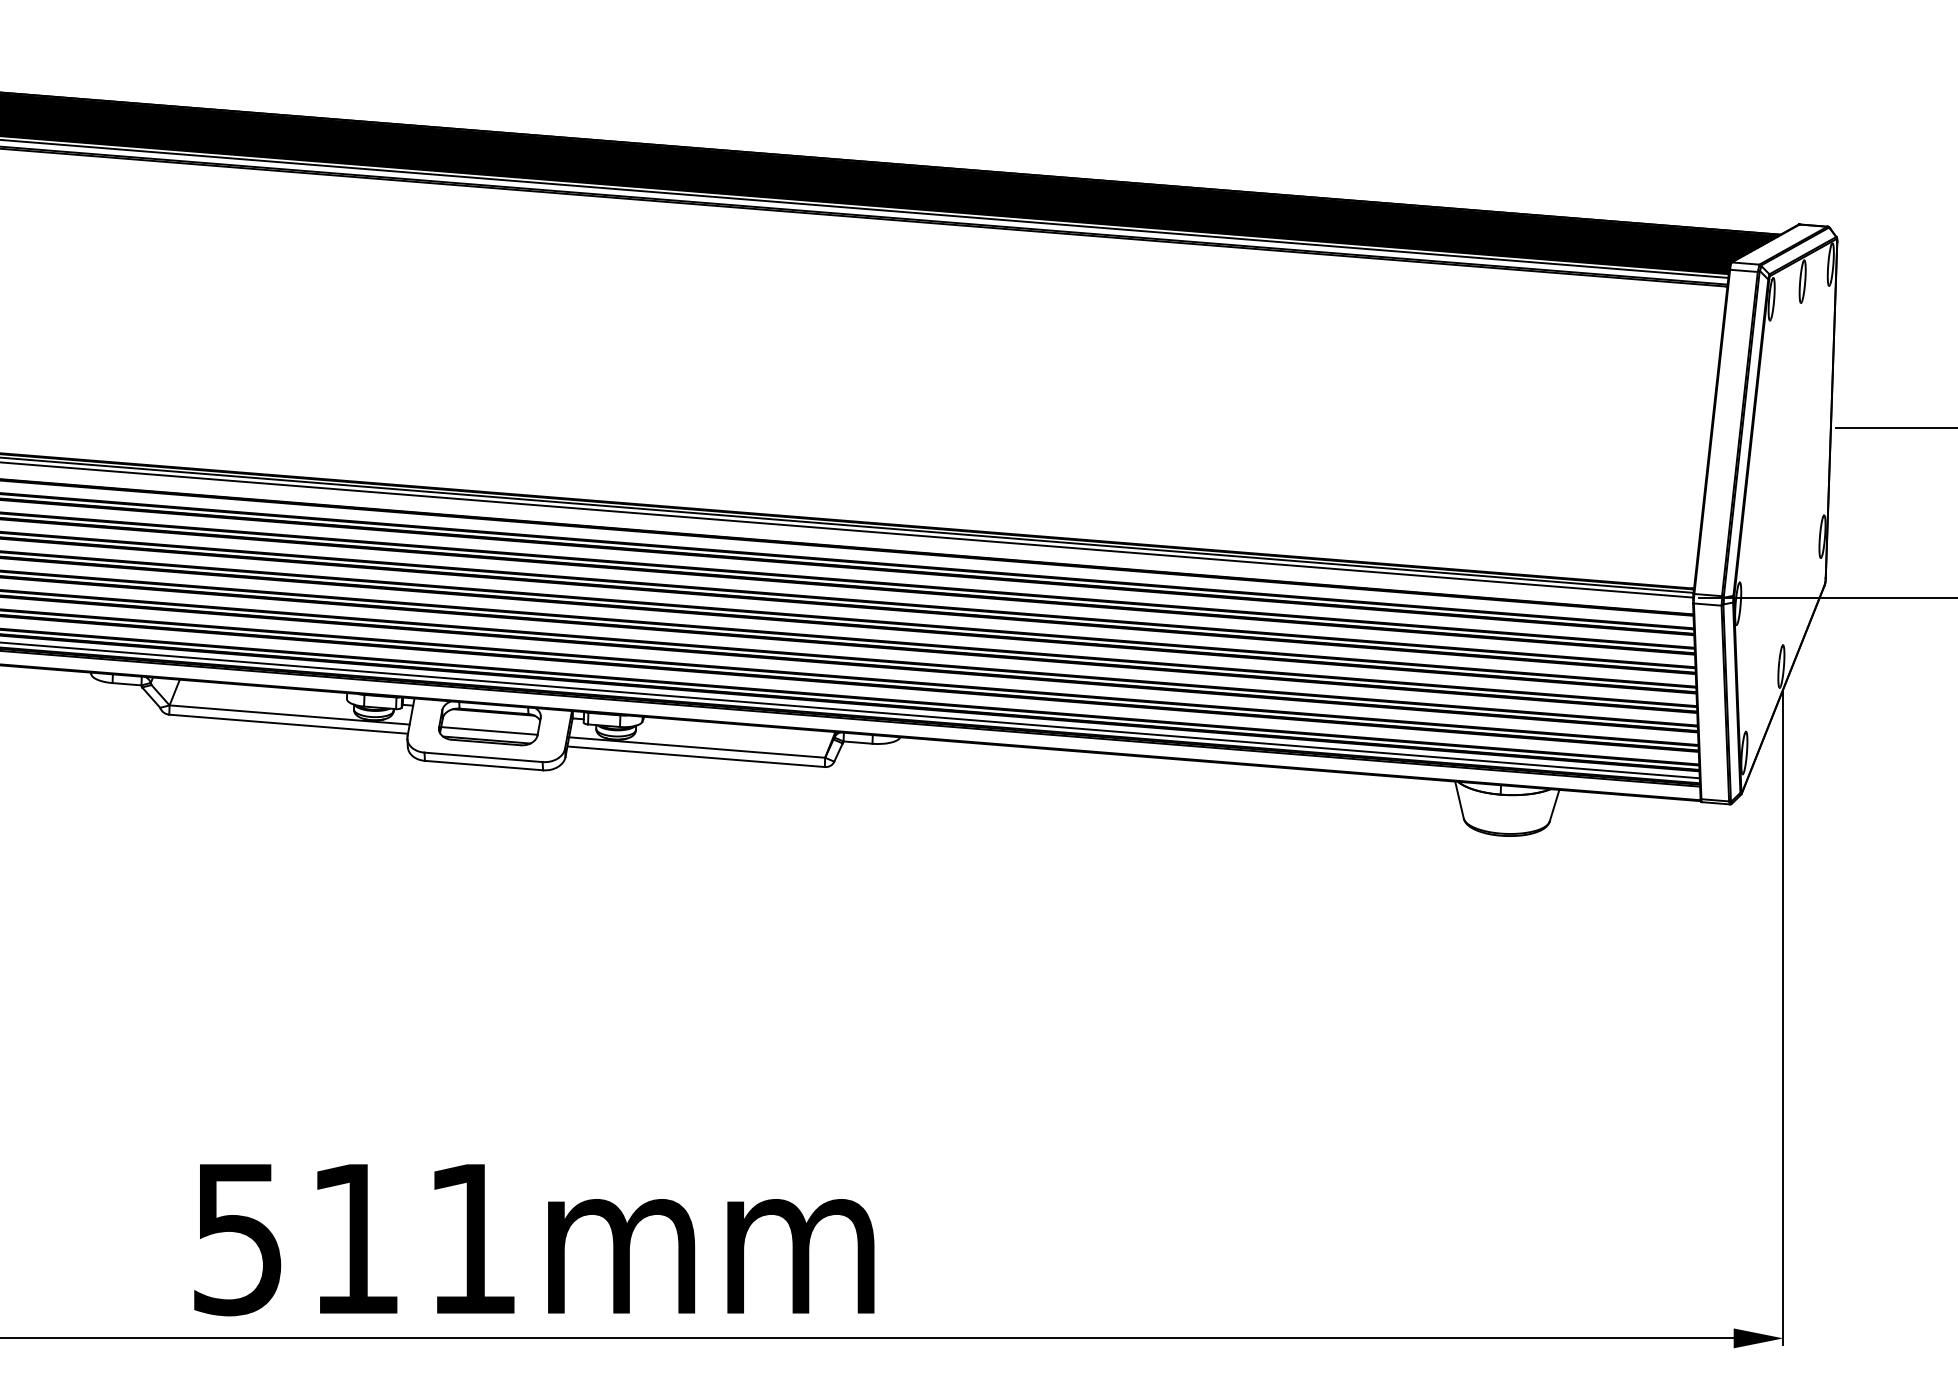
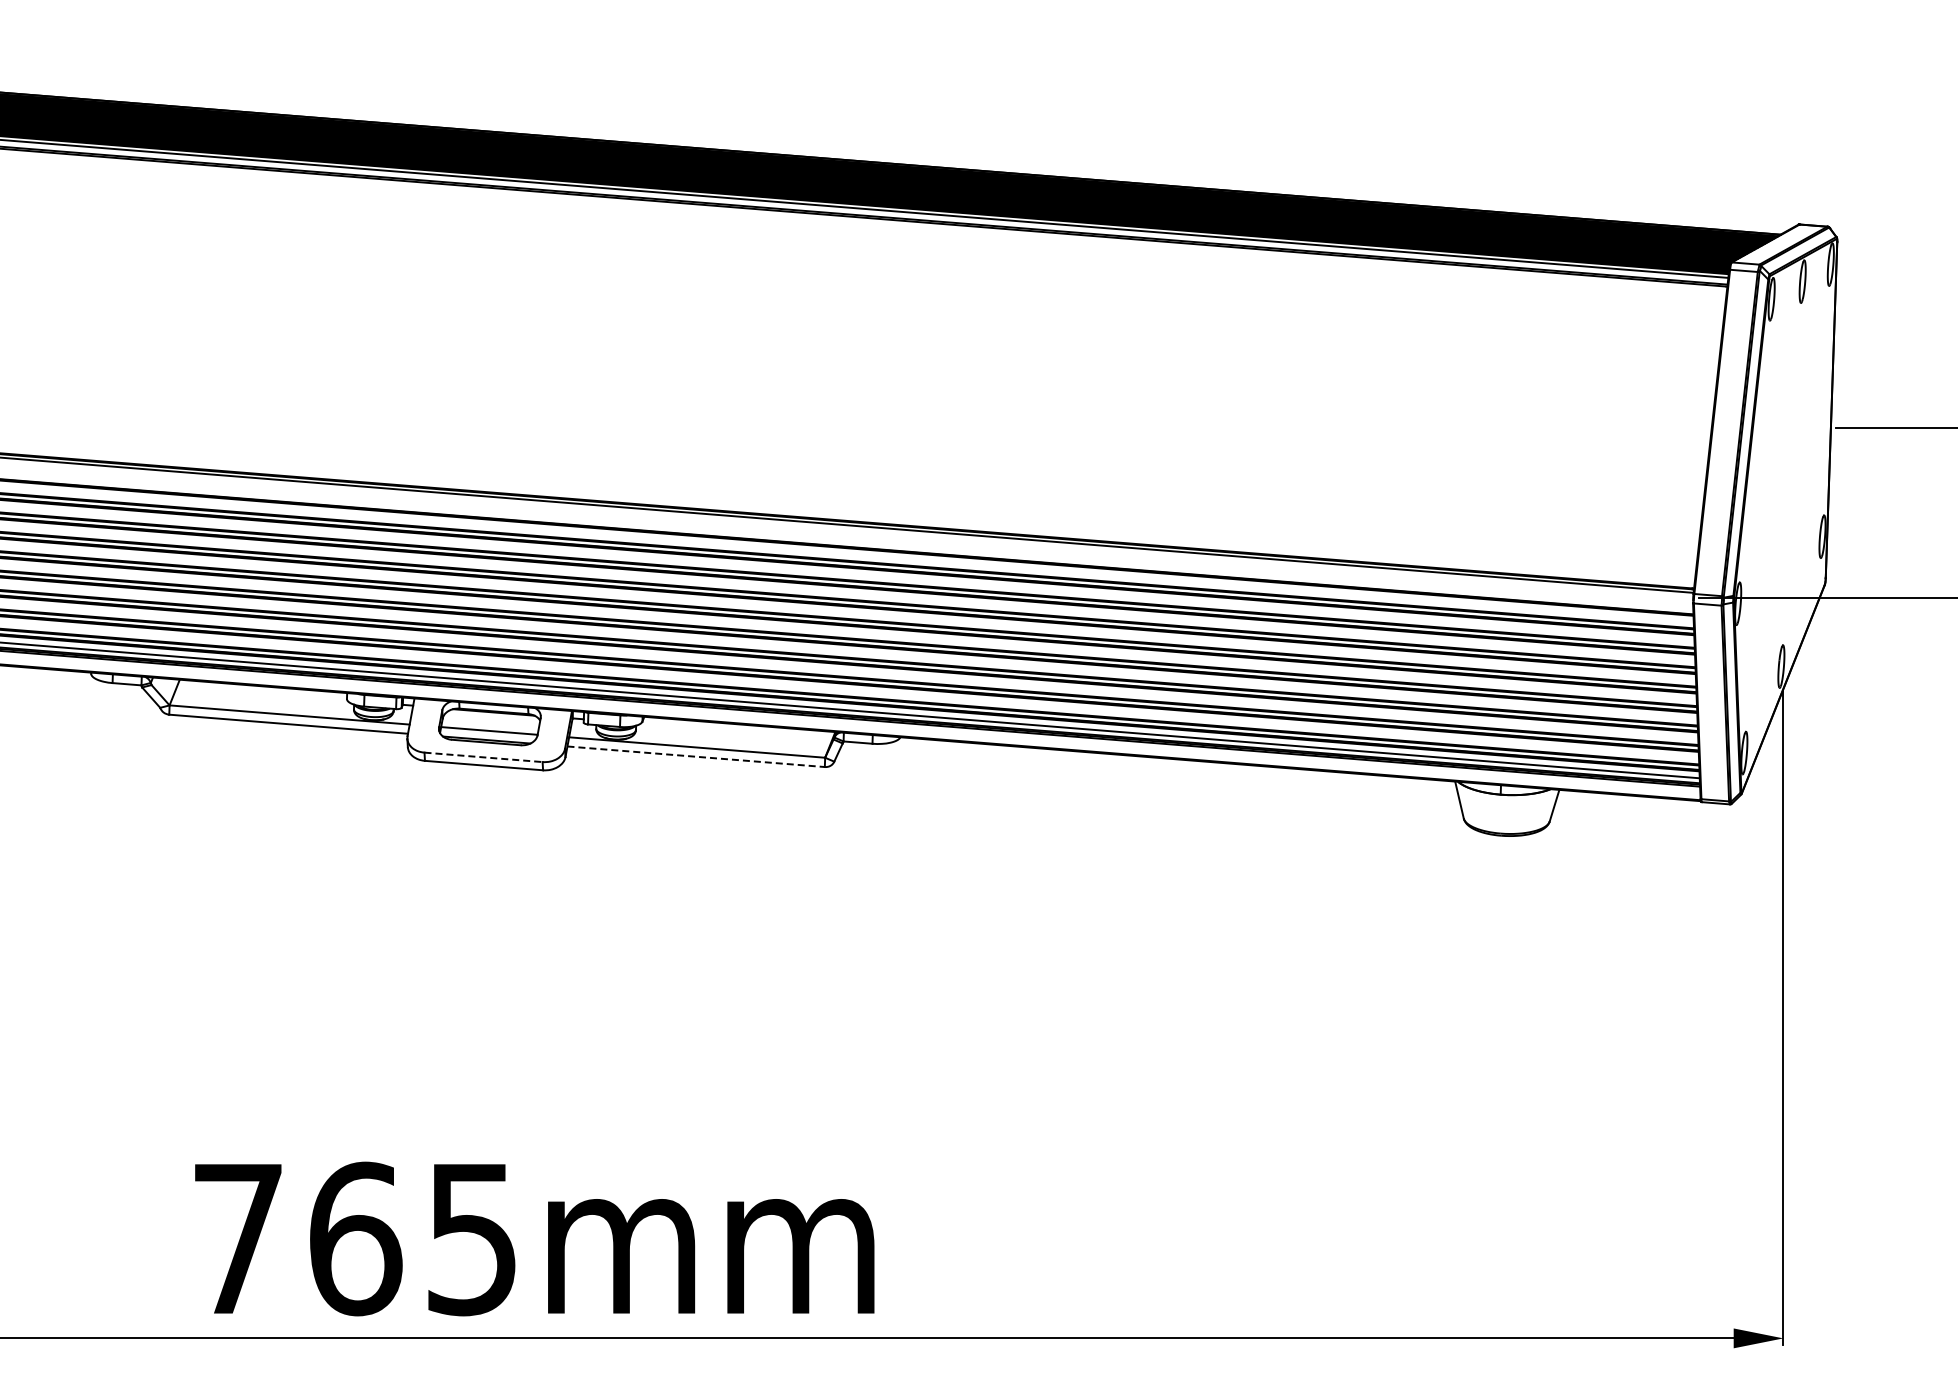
line at (847, 529): present -> none
line at (696, 756): solid -> dashed
line at (484, 757): solid -> dashed
text at (354, 1238): 511mm -> 765mm
